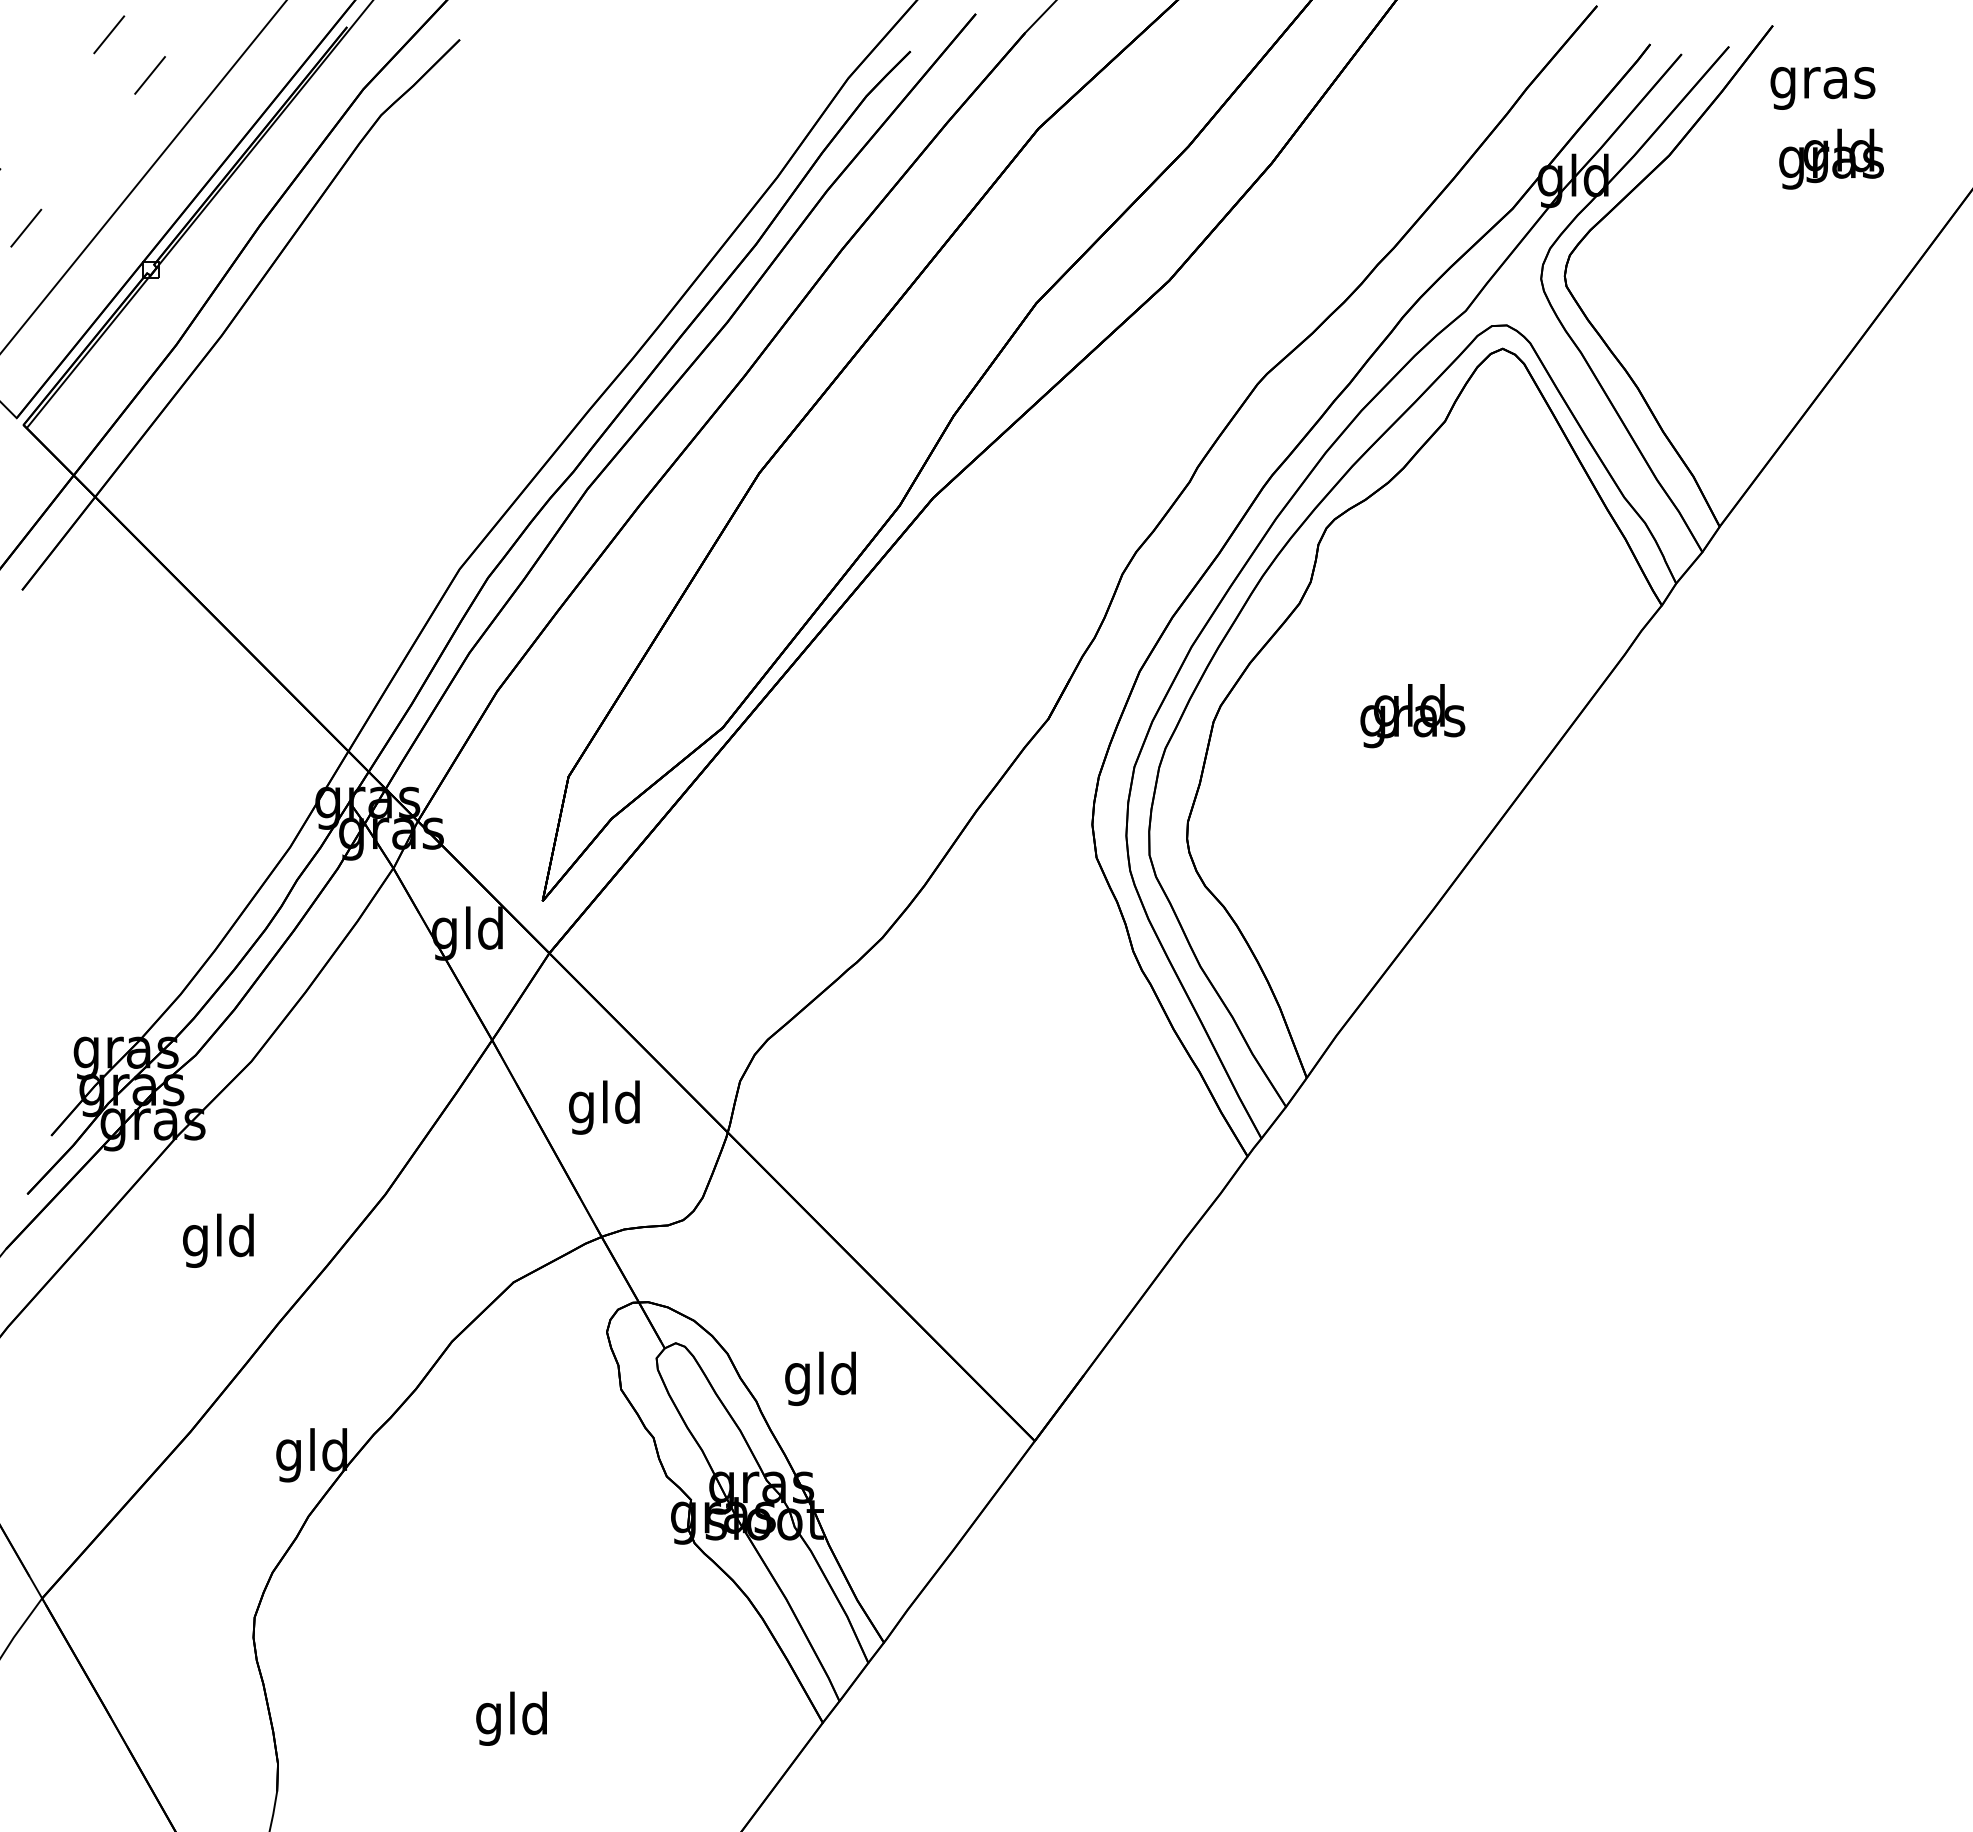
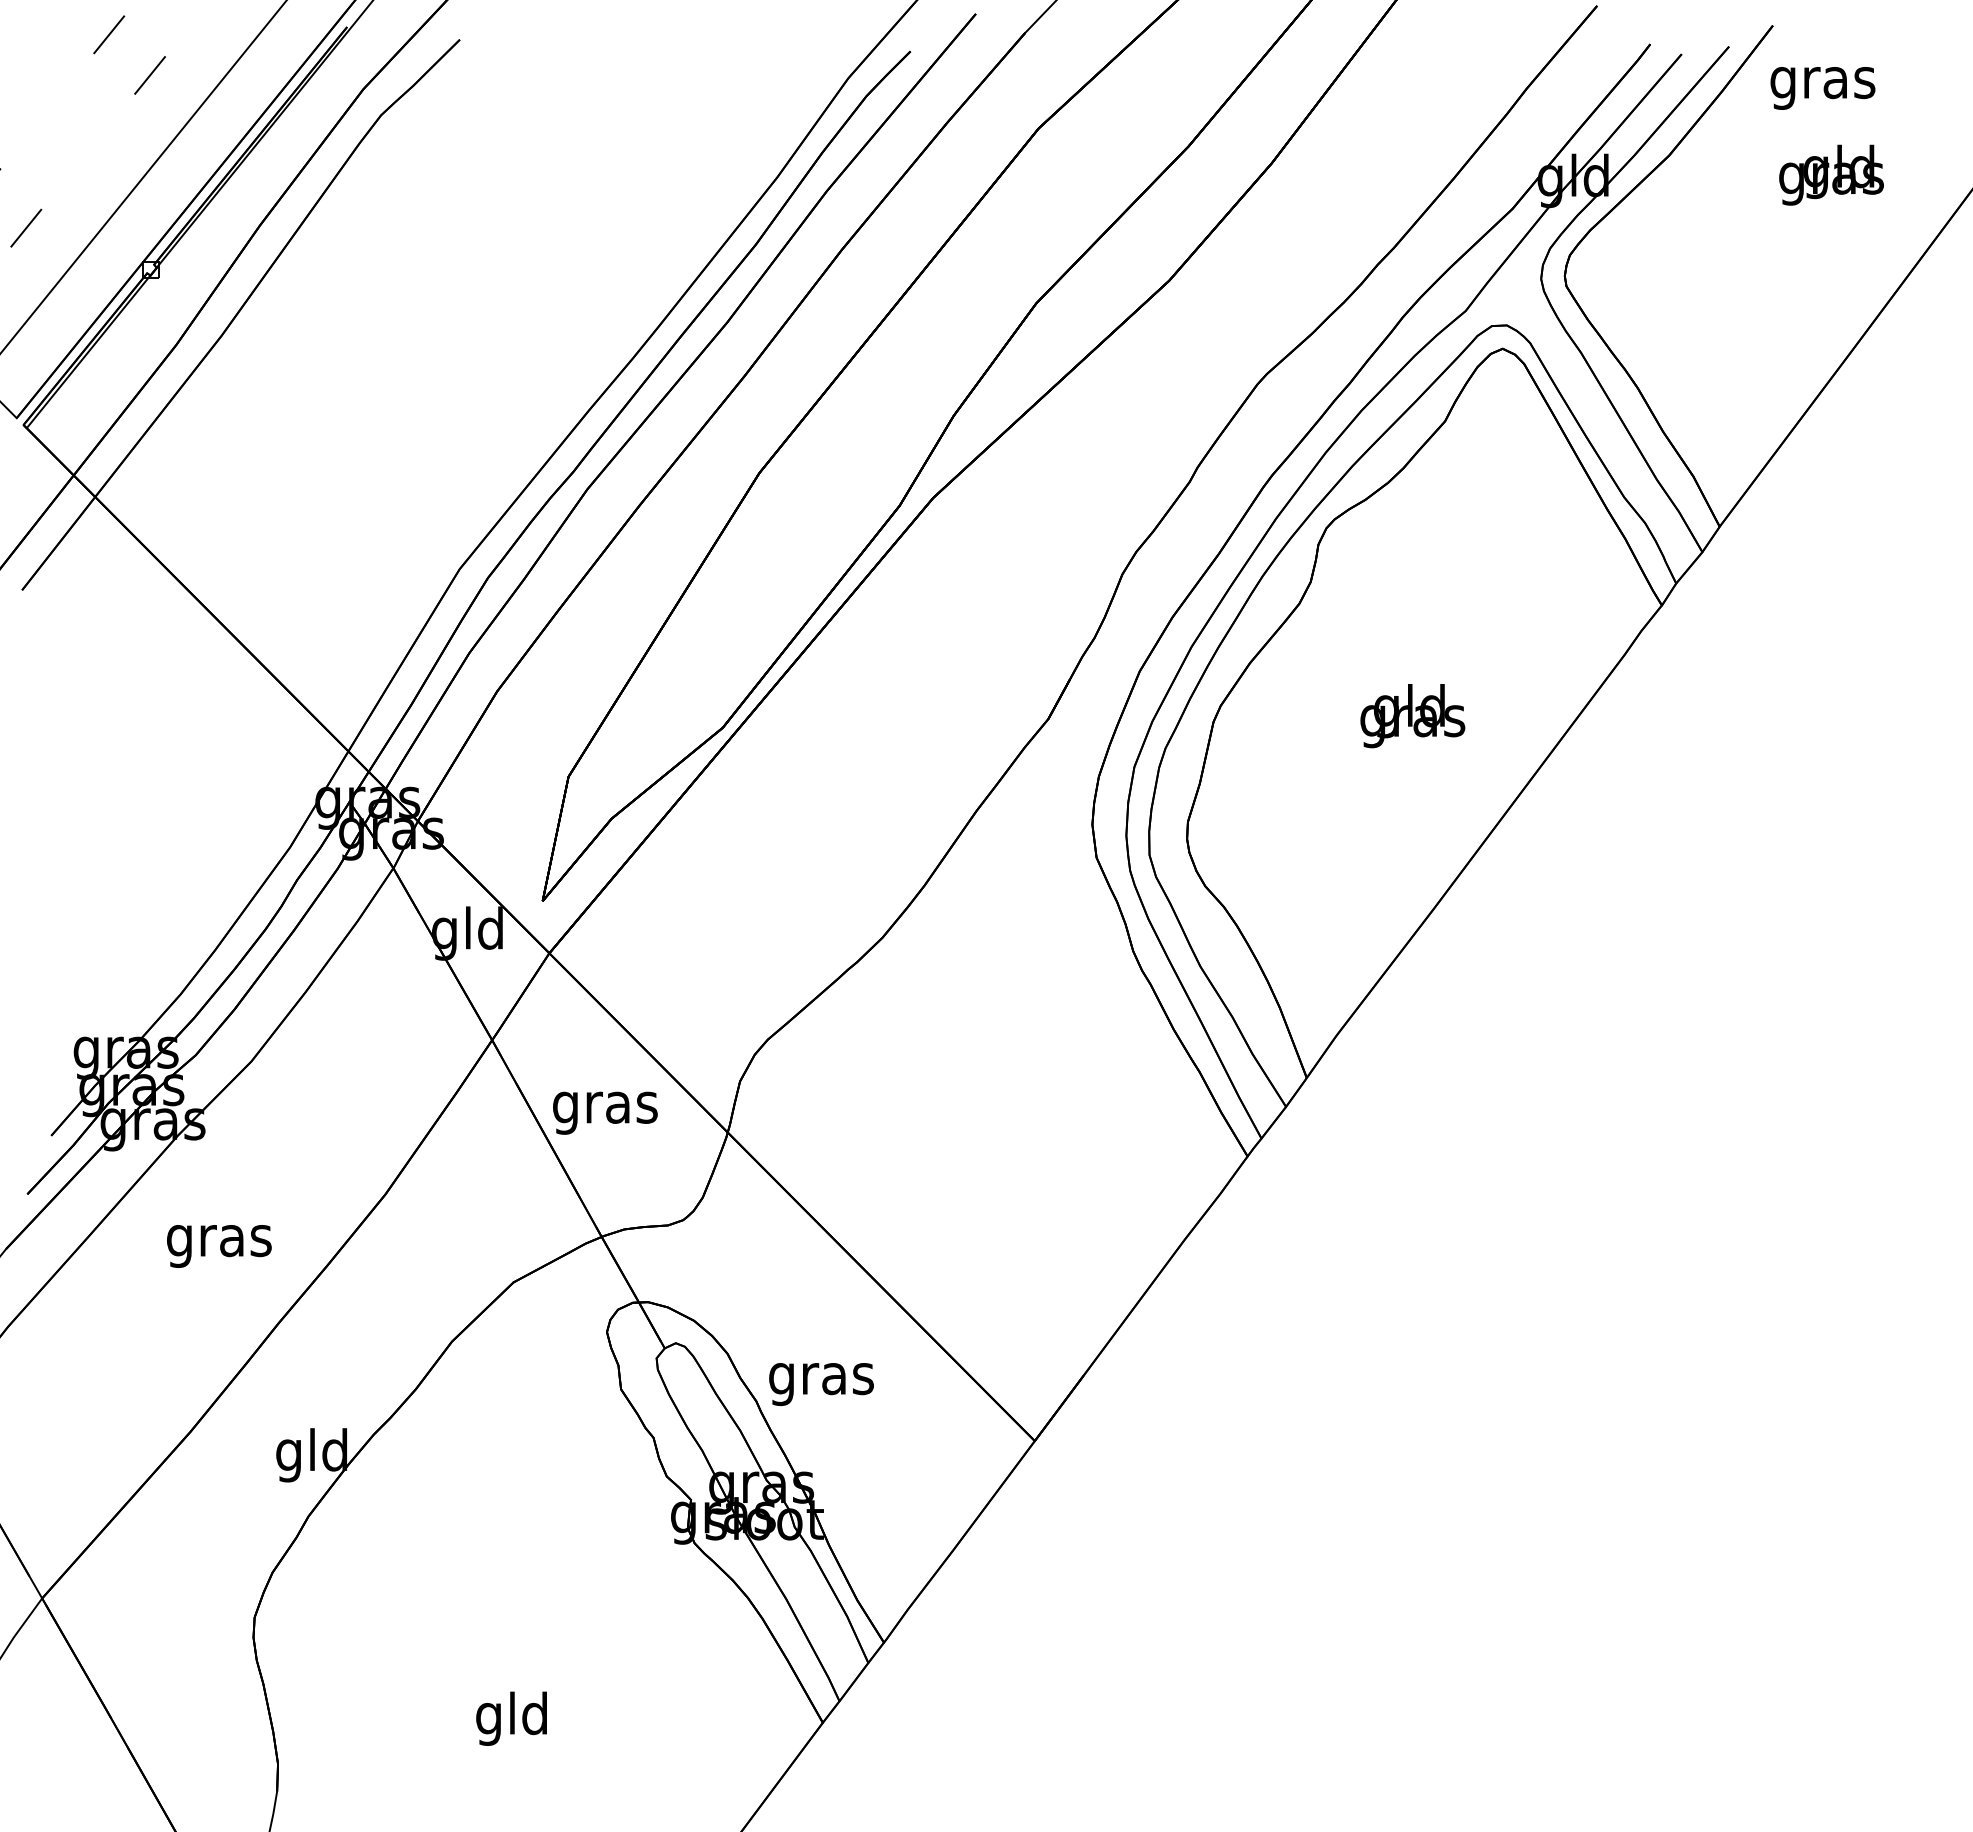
text at (1831, 158) position: (1831, 158) -> (1831, 174)
text at (605, 1107): gld -> gras
text at (219, 1240): gld -> gras
text at (821, 1378): gld -> gras
